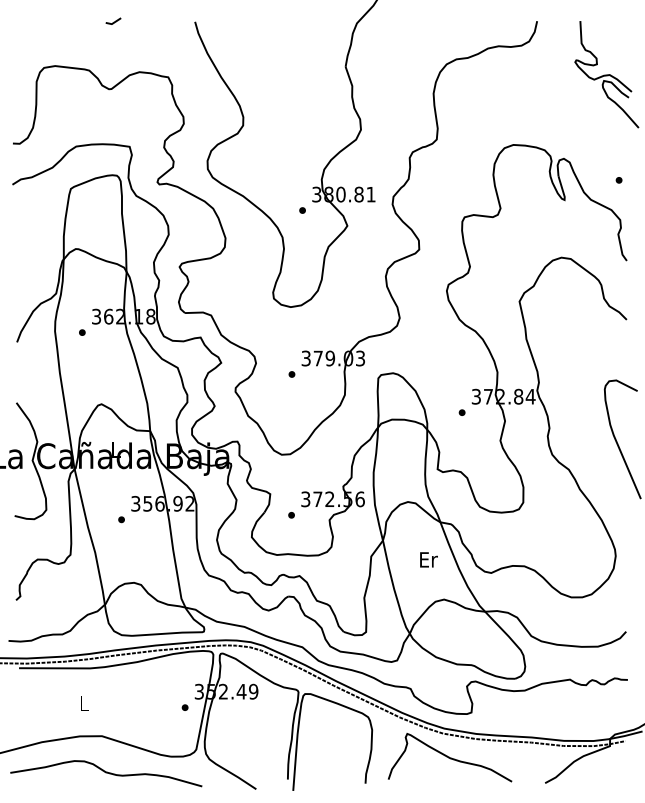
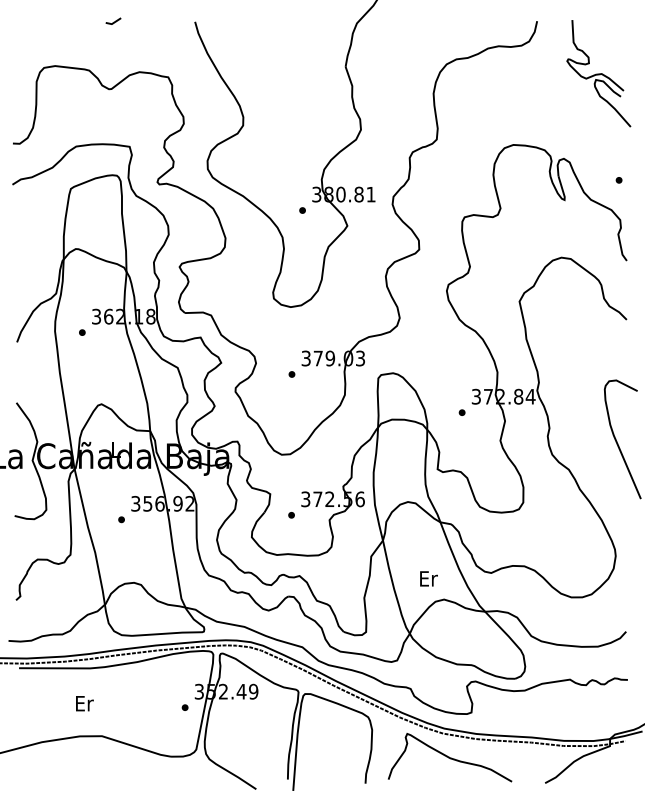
part at (606, 74) position: (606, 74) -> (598, 73)
text at (428, 559) position: (428, 559) -> (428, 578)
text at (84, 703): L -> Er
curve at (106, 773): present -> none
